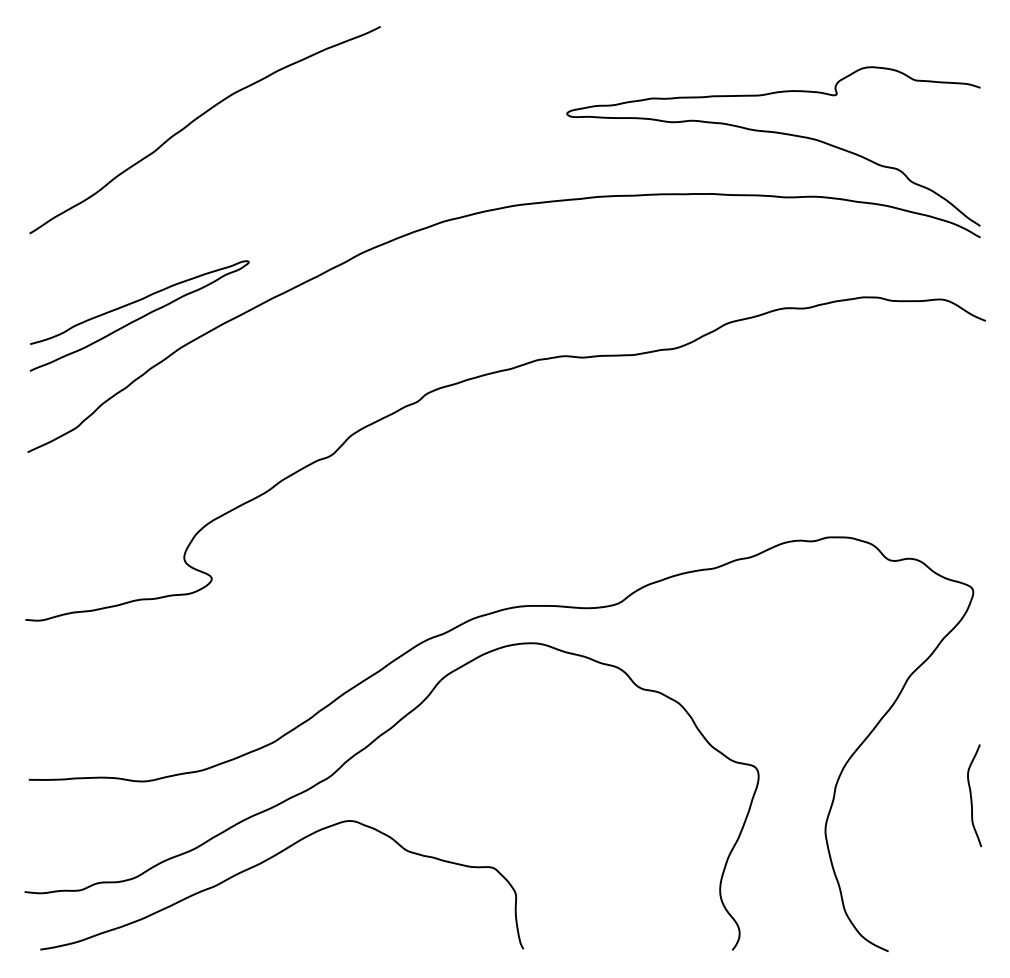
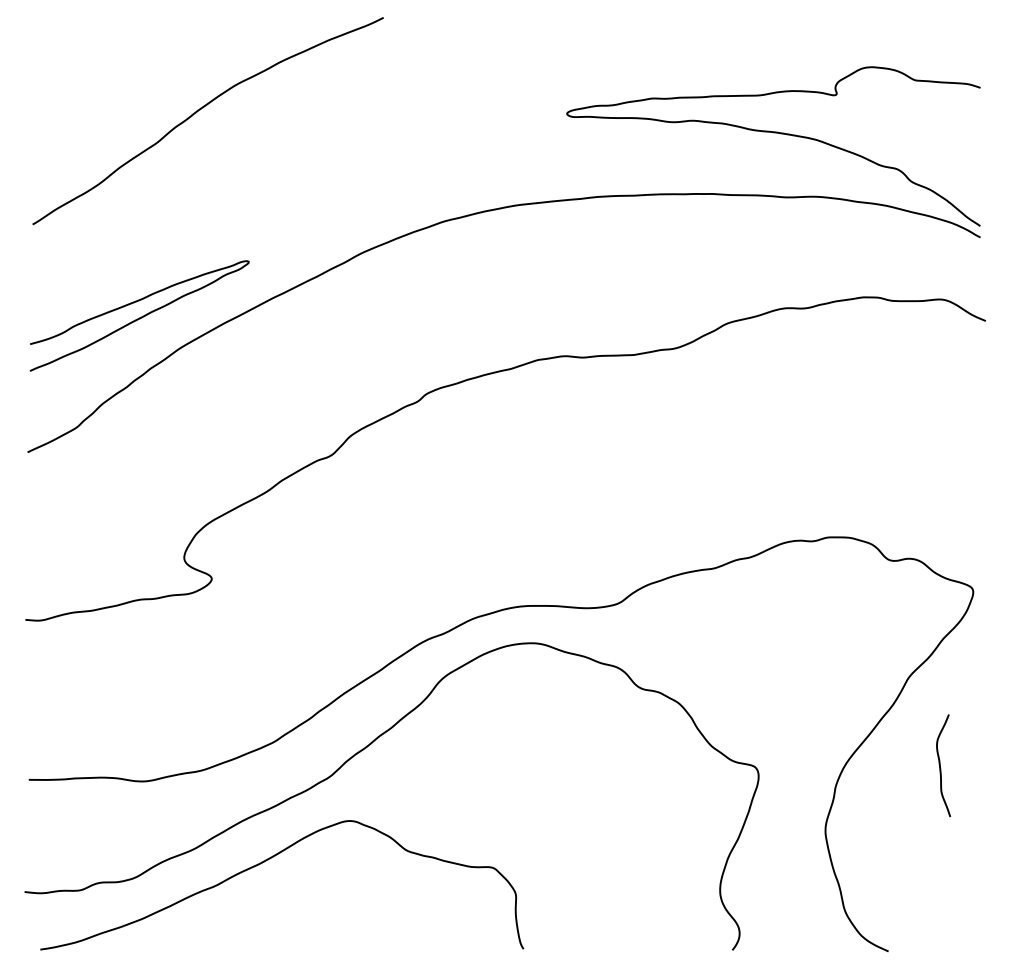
curve at (197, 119) position: (197, 119) -> (200, 110)
curve at (971, 795) position: (971, 795) -> (940, 765)
